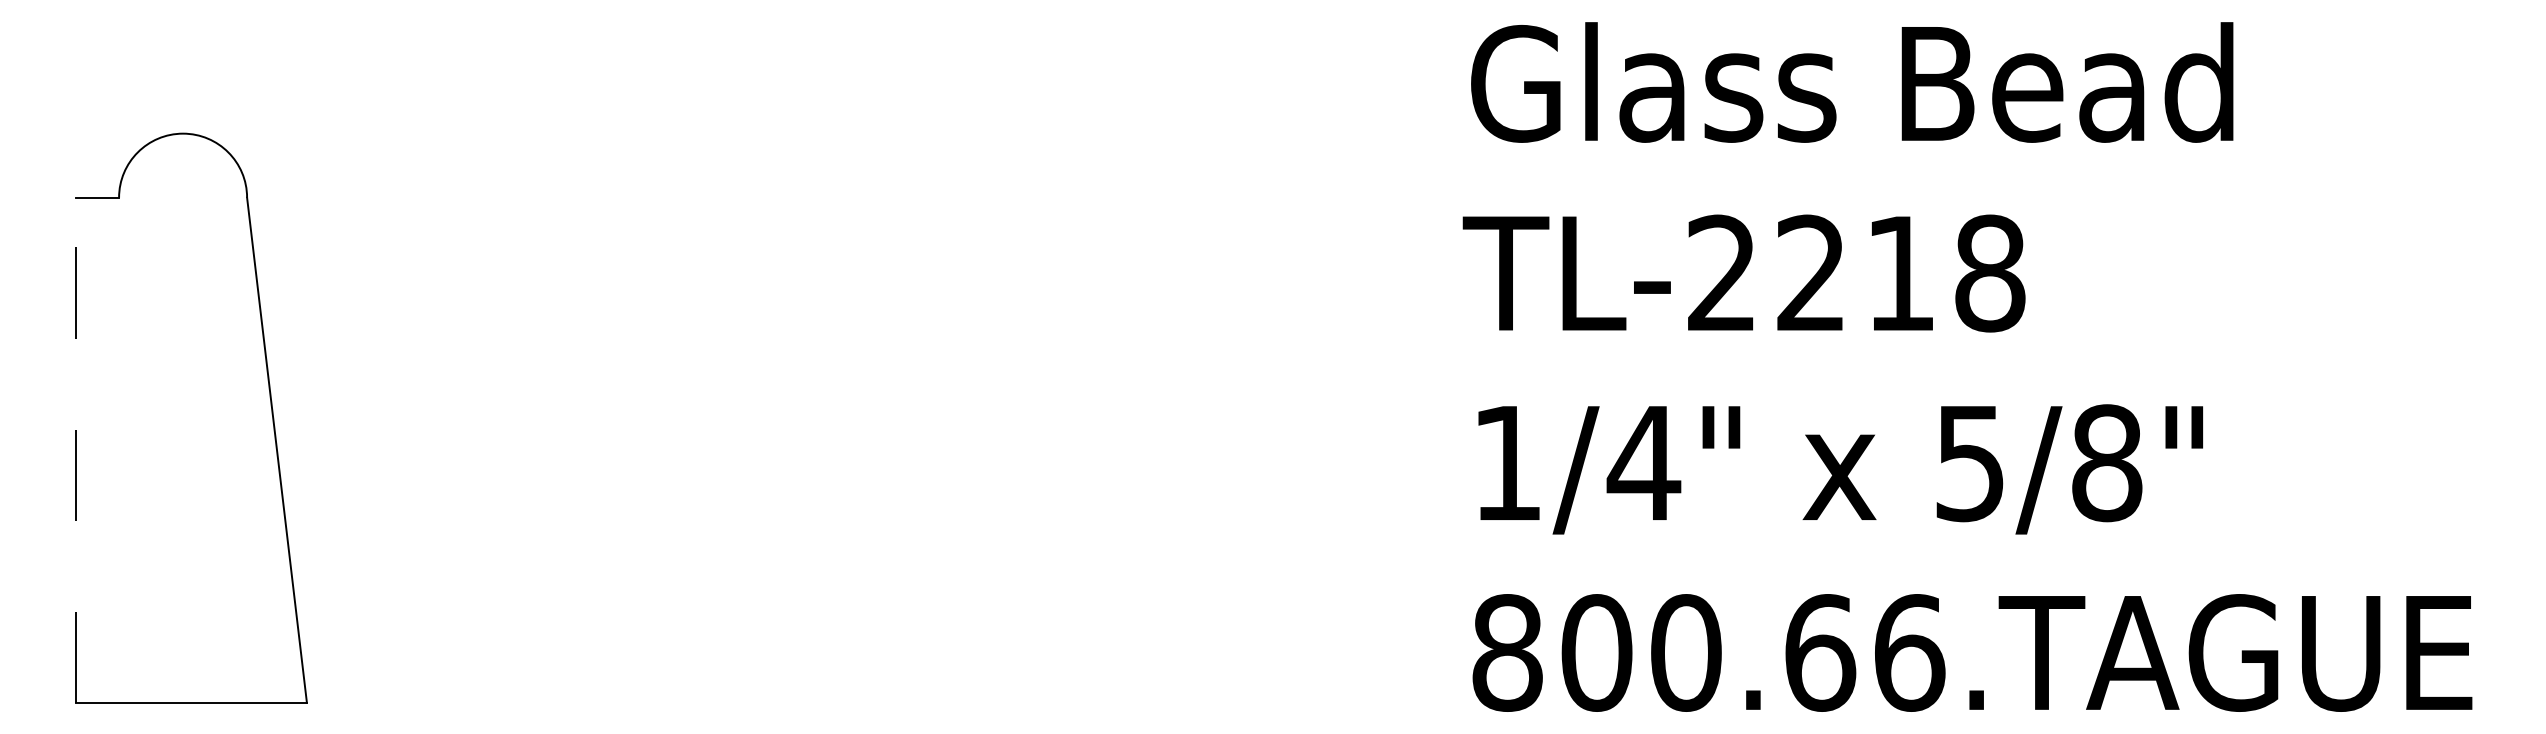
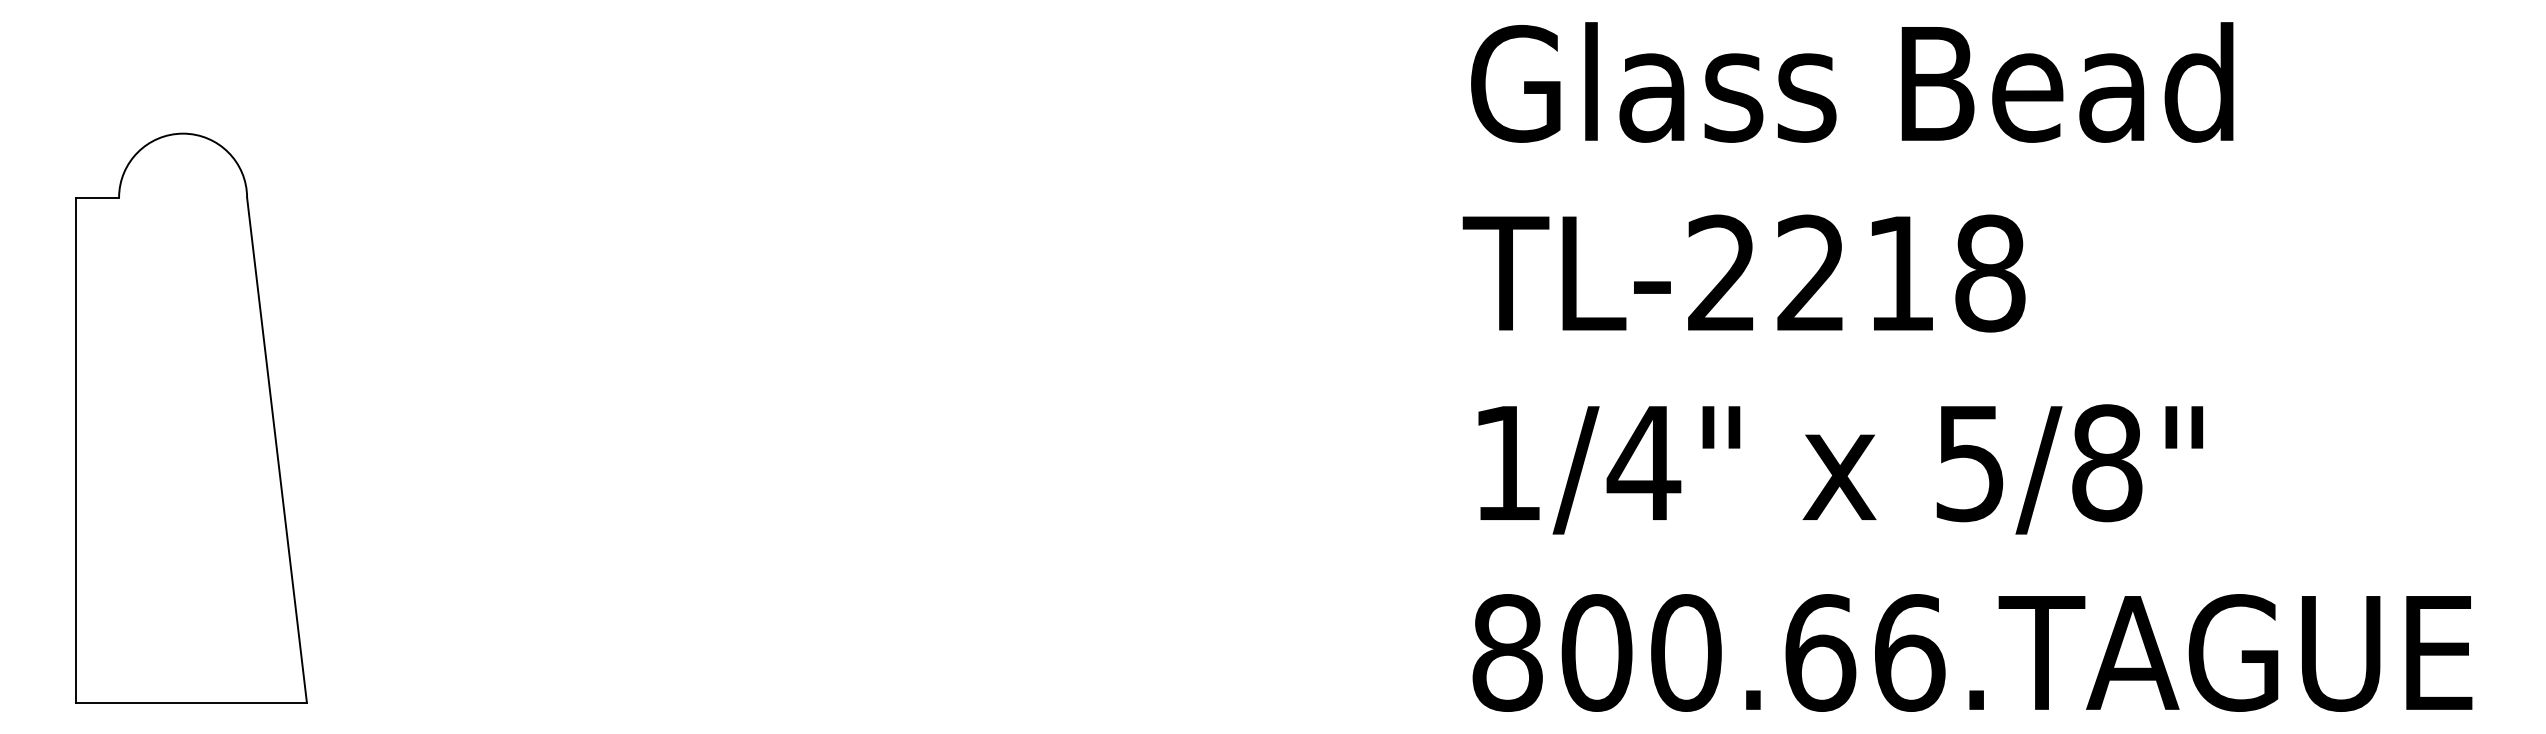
line at (76, 450): dashed -> solid
